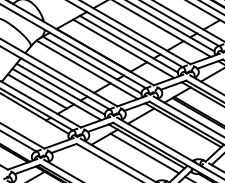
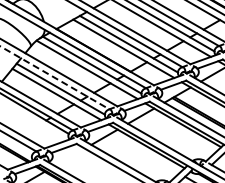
line at (55, 77): solid -> dashed
line at (36, 91): present -> none
line at (144, 153): present -> none
